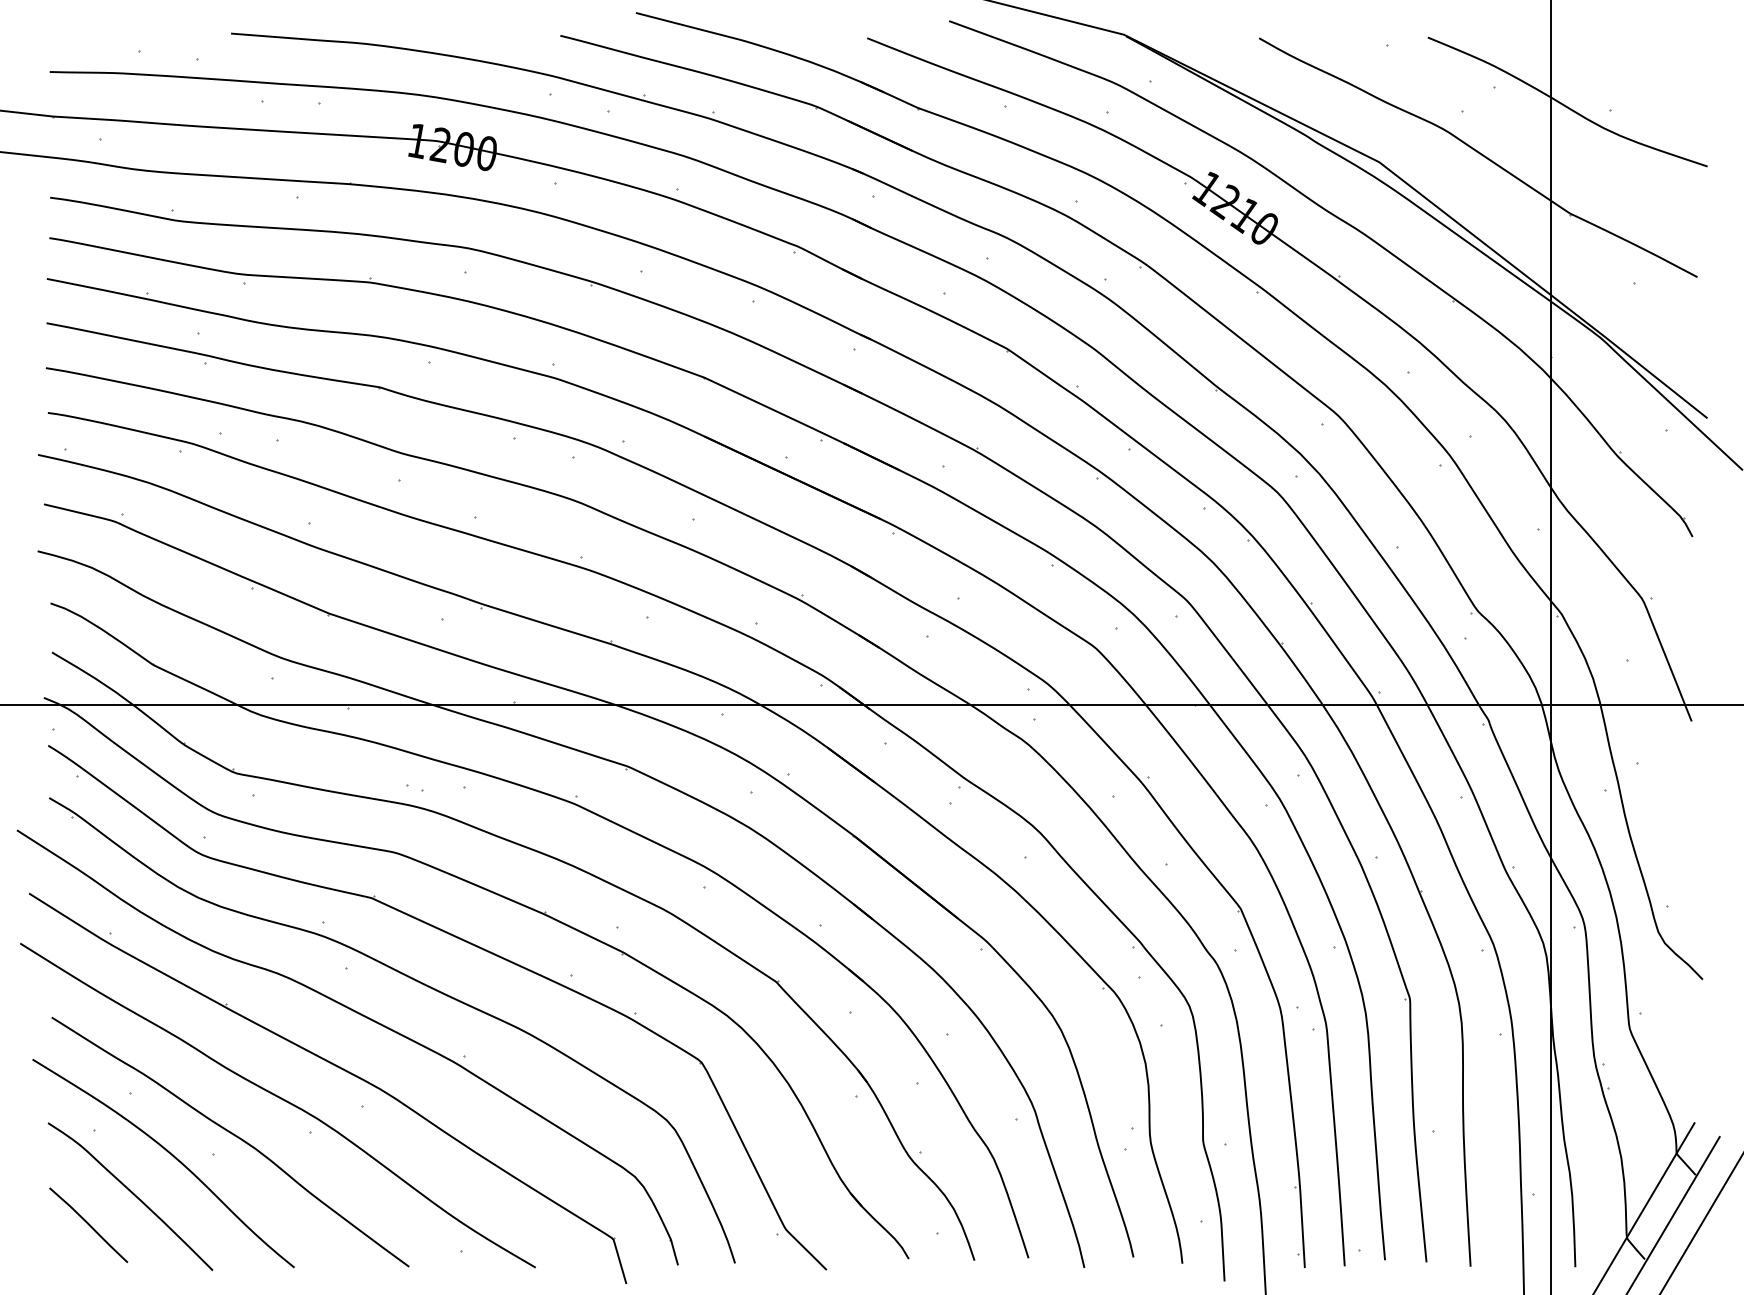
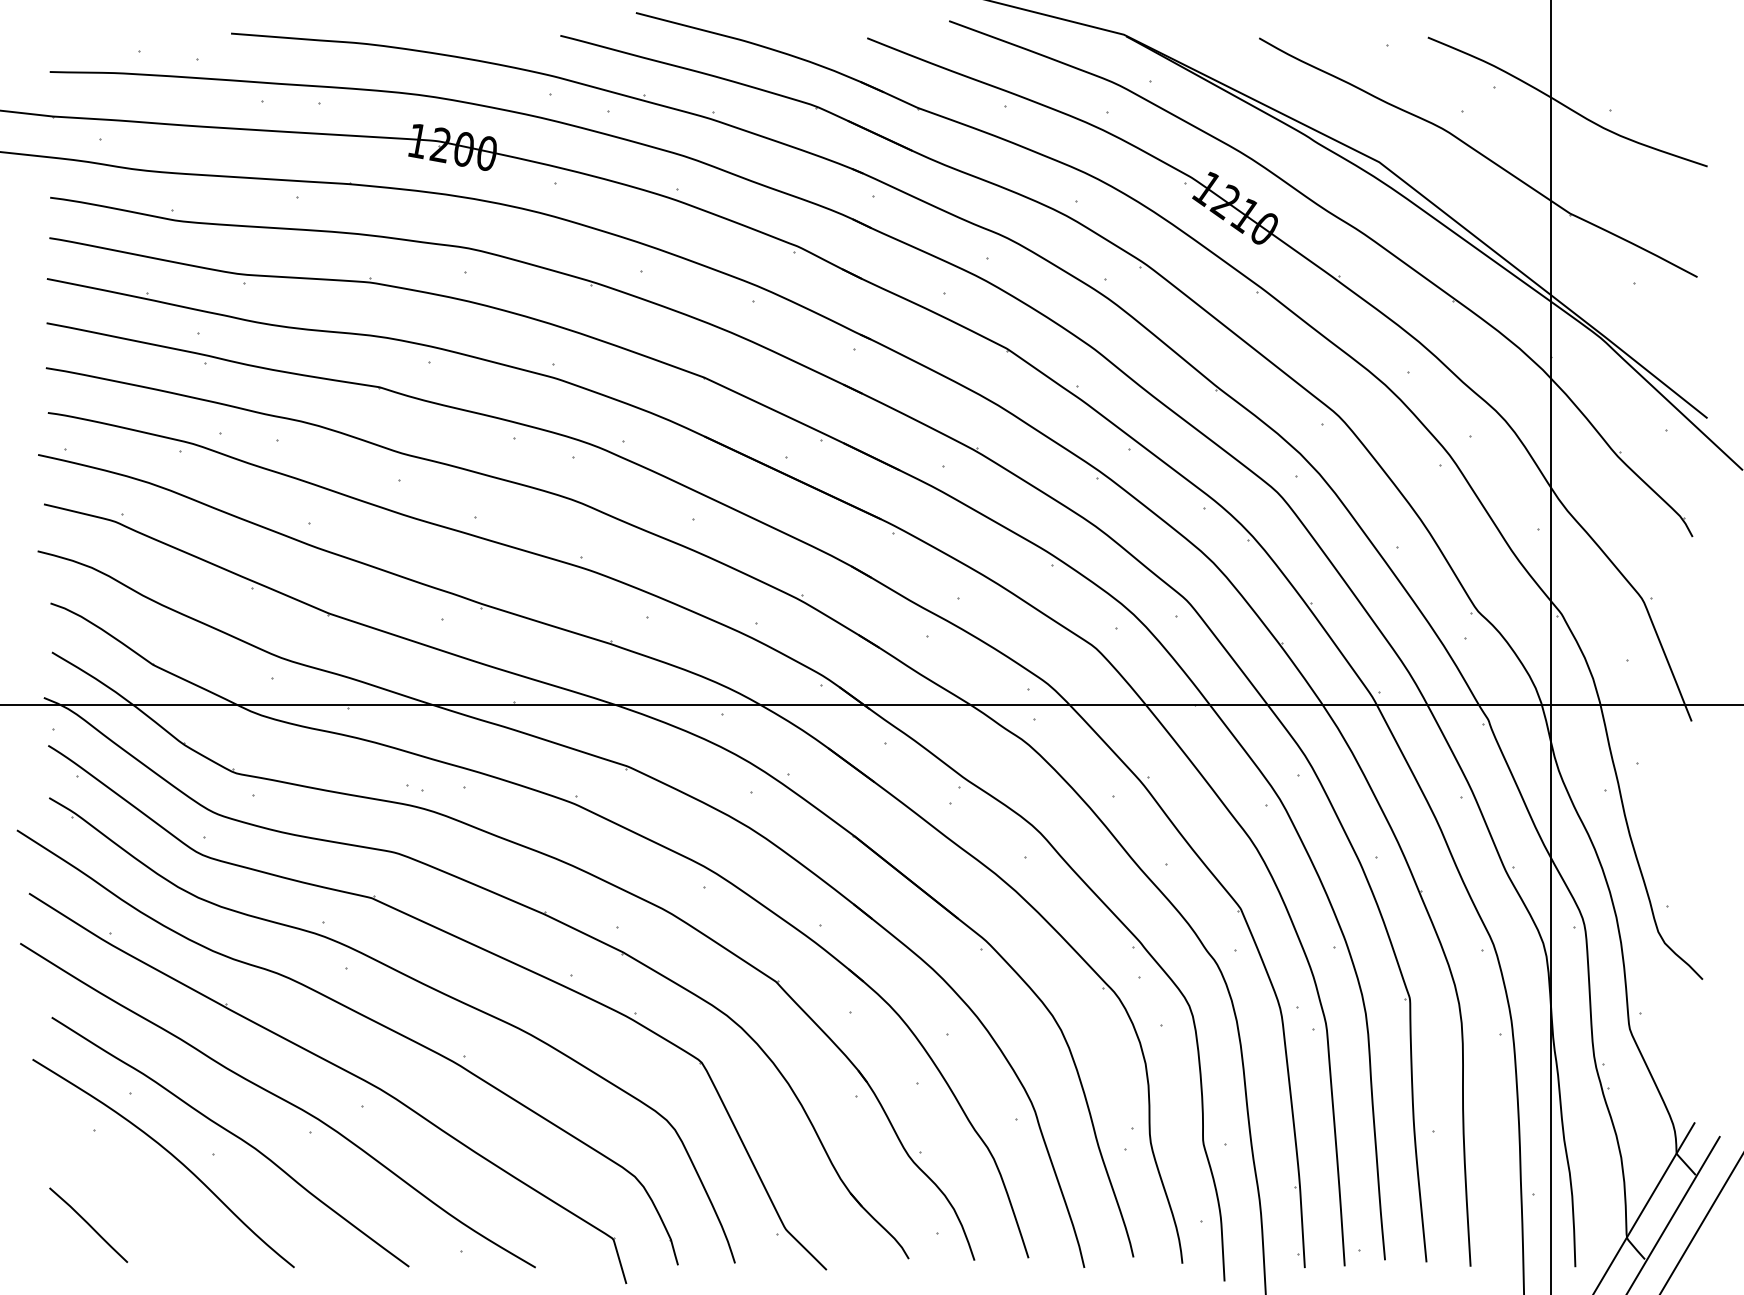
curve at (132, 1194): present -> none
